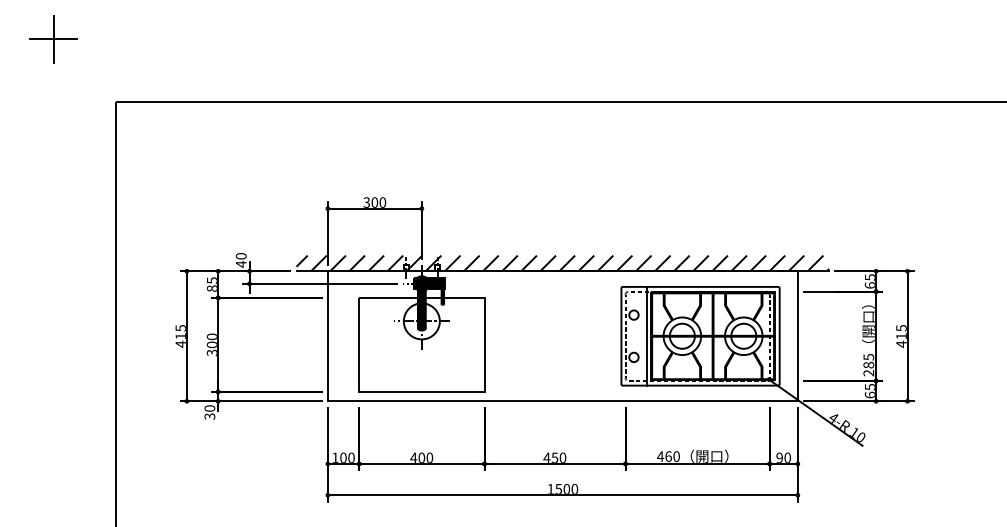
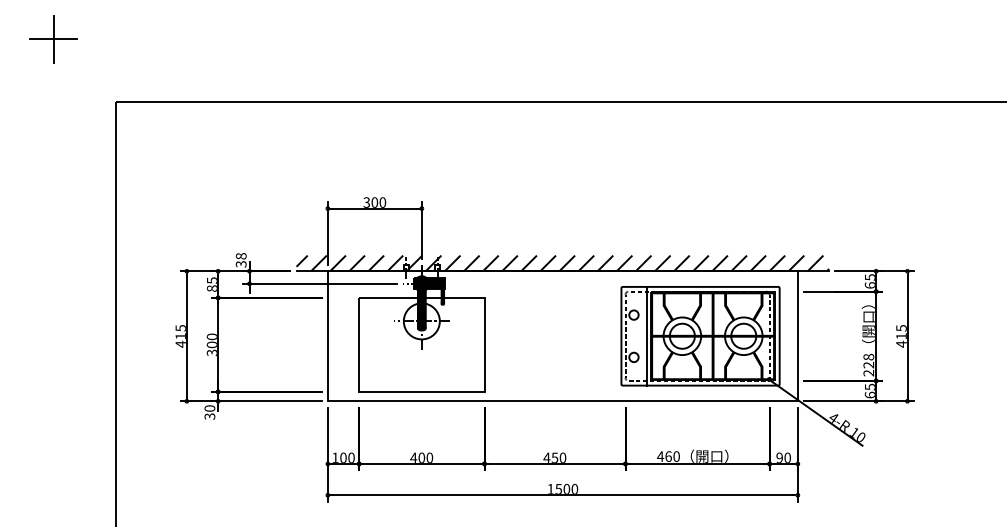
text at (240, 260): 40 -> 38
text at (868, 360): 285 -> 228
